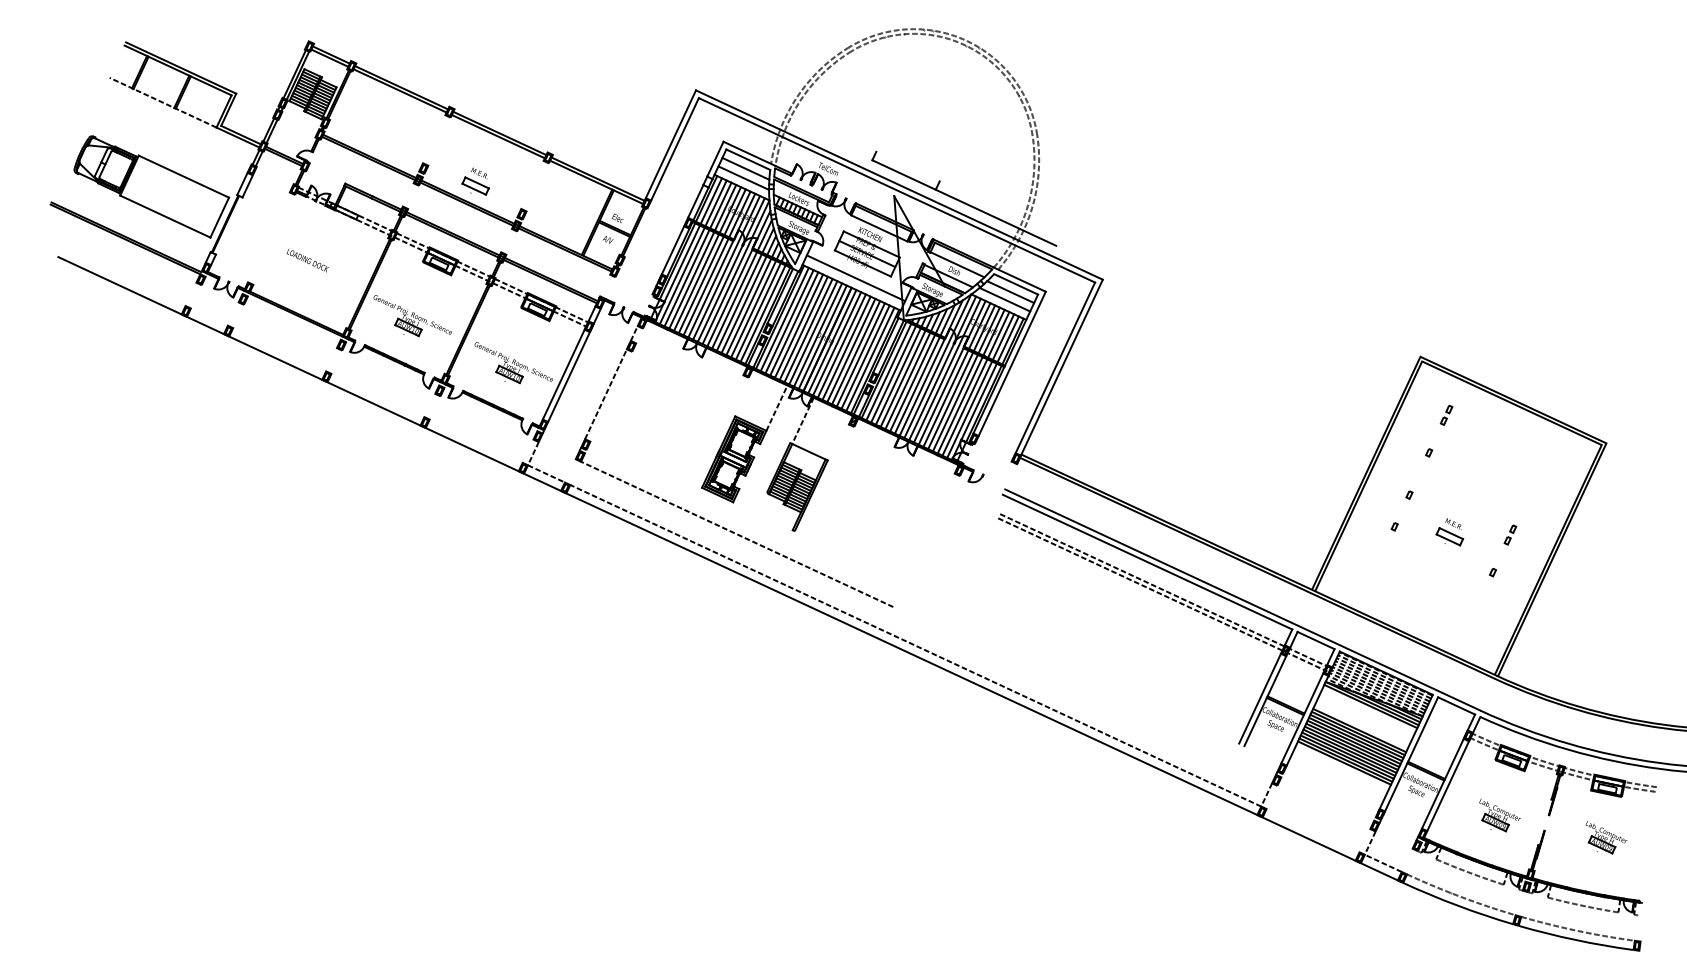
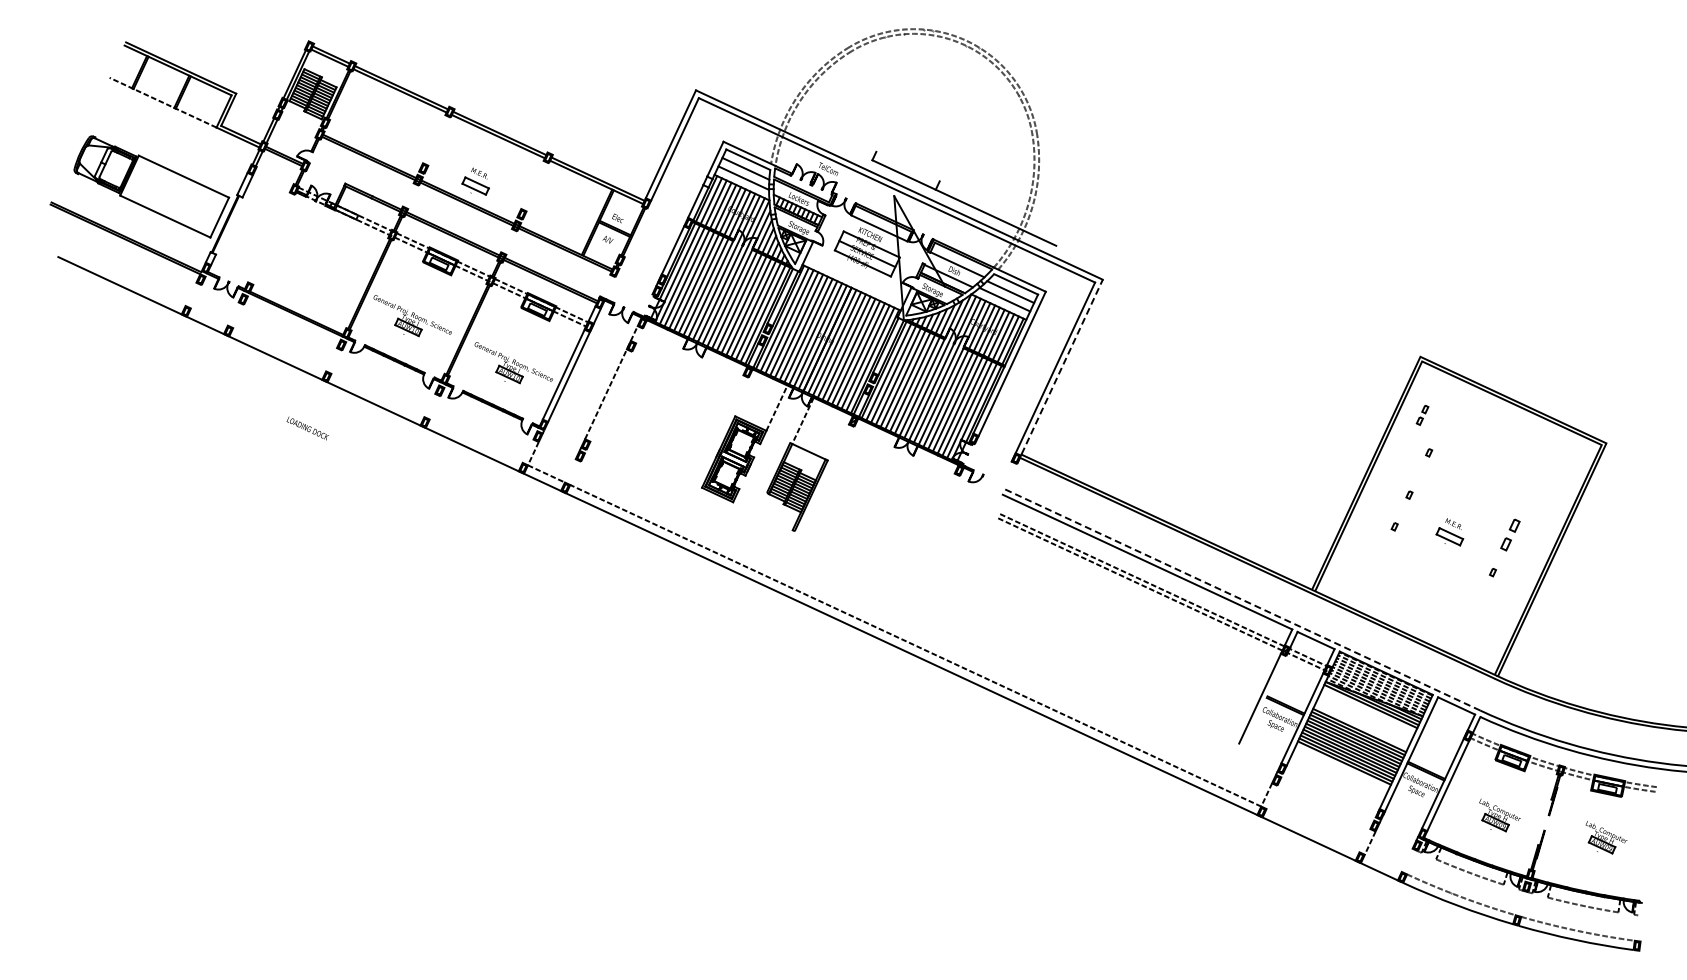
text at (307, 260) position: (307, 260) -> (307, 428)
line at (855, 278): present -> none
line at (1059, 371): solid -> dashed
part at (1446, 415) position: (1446, 415) -> (1422, 415)
line at (736, 534): present -> none
part at (1510, 534) size: 15x22 px -> 21x34 px
line at (1242, 599): solid -> dashed
line at (1265, 701): present -> none
line at (1382, 862): present -> none
